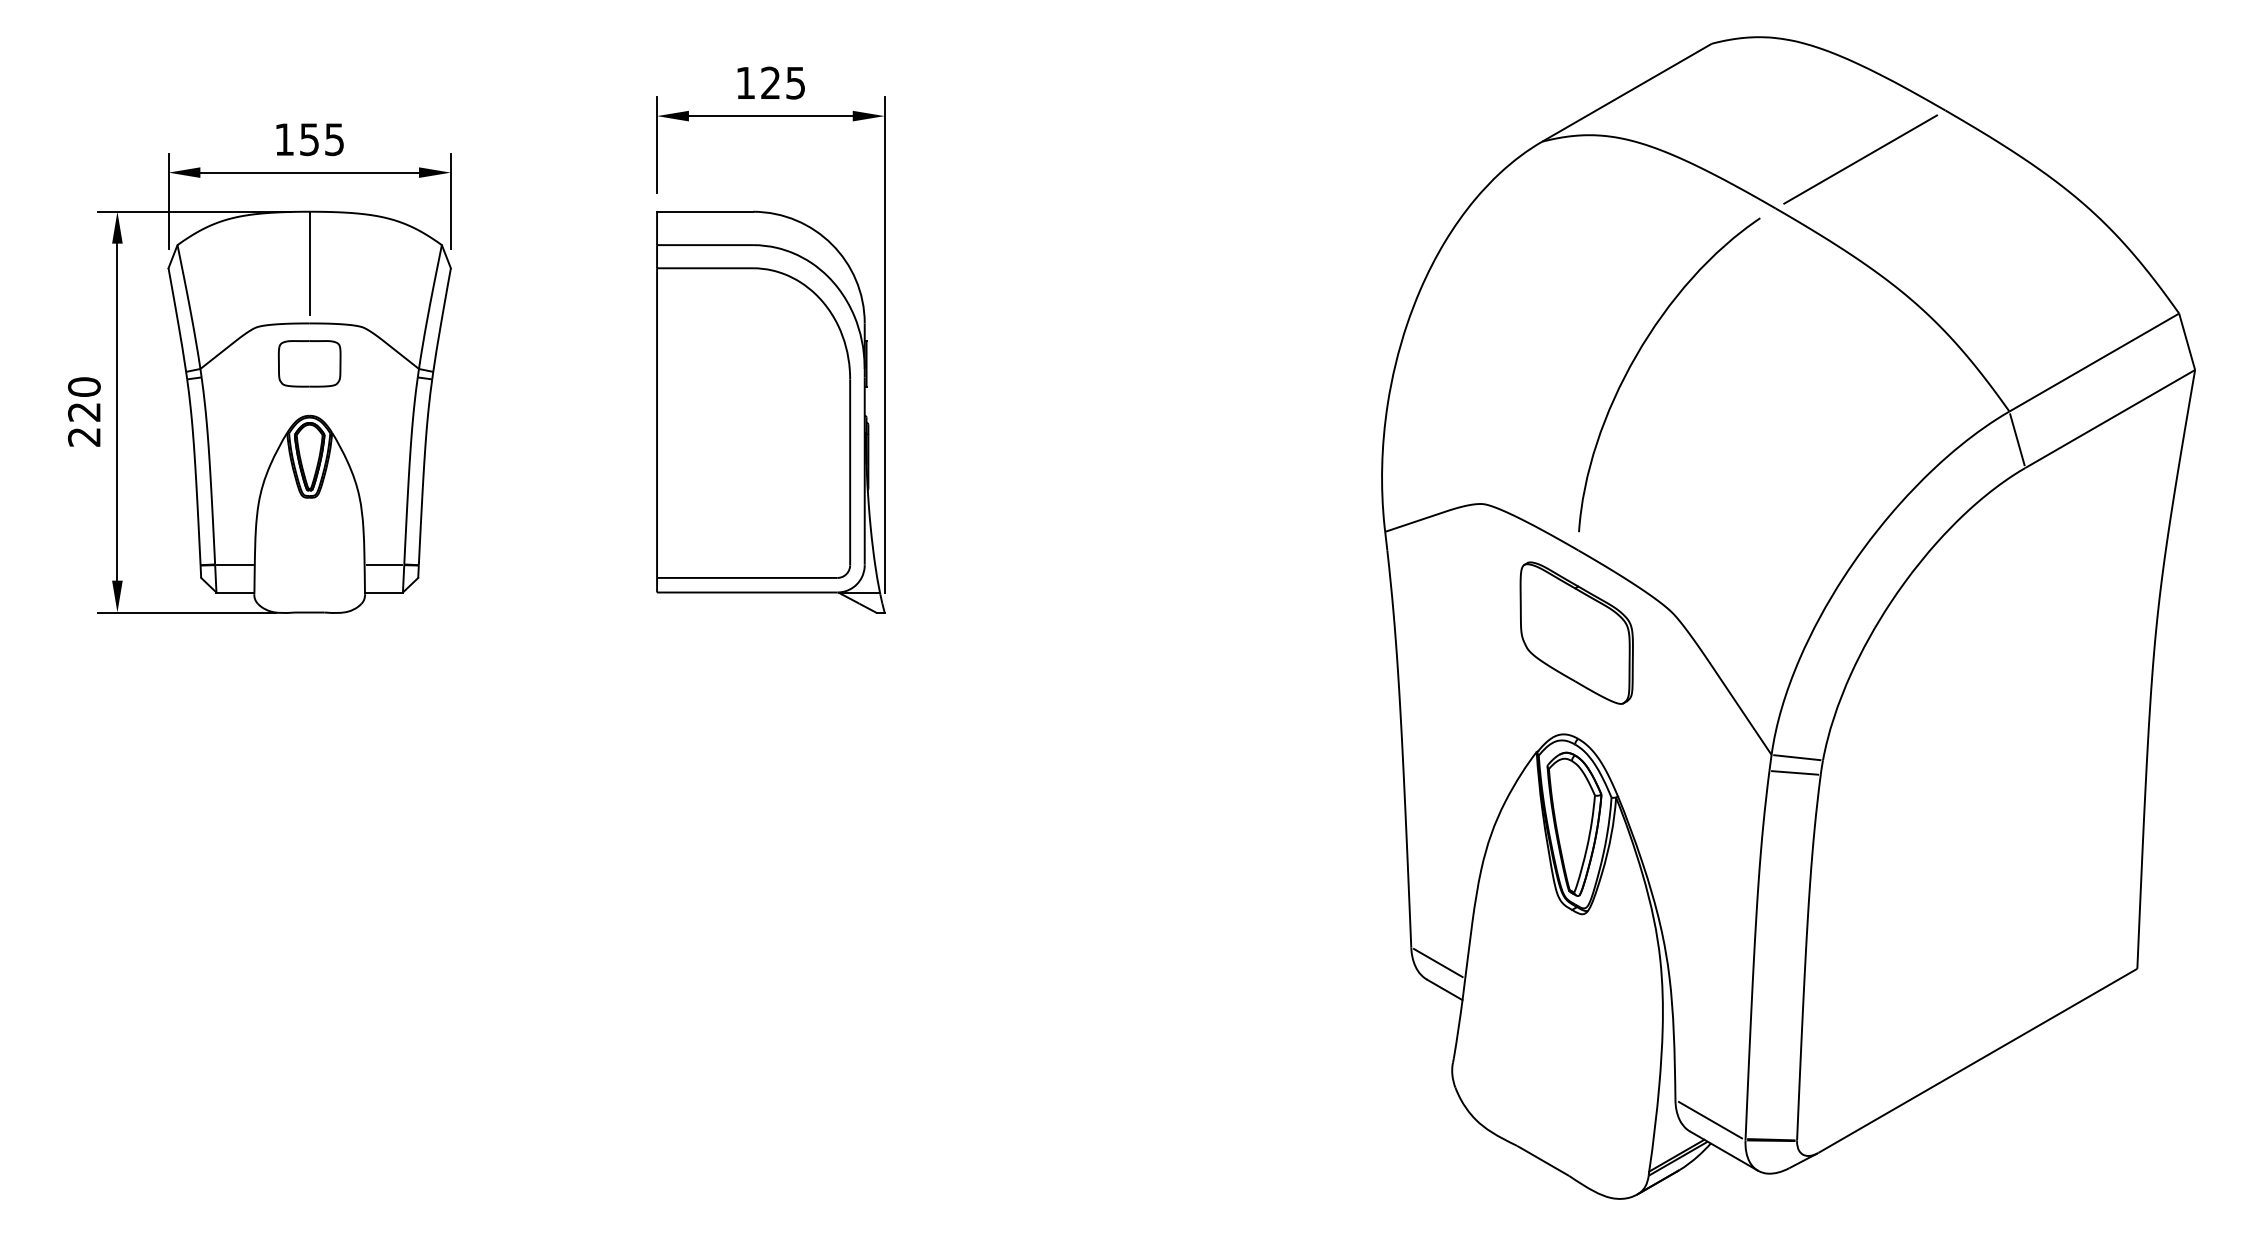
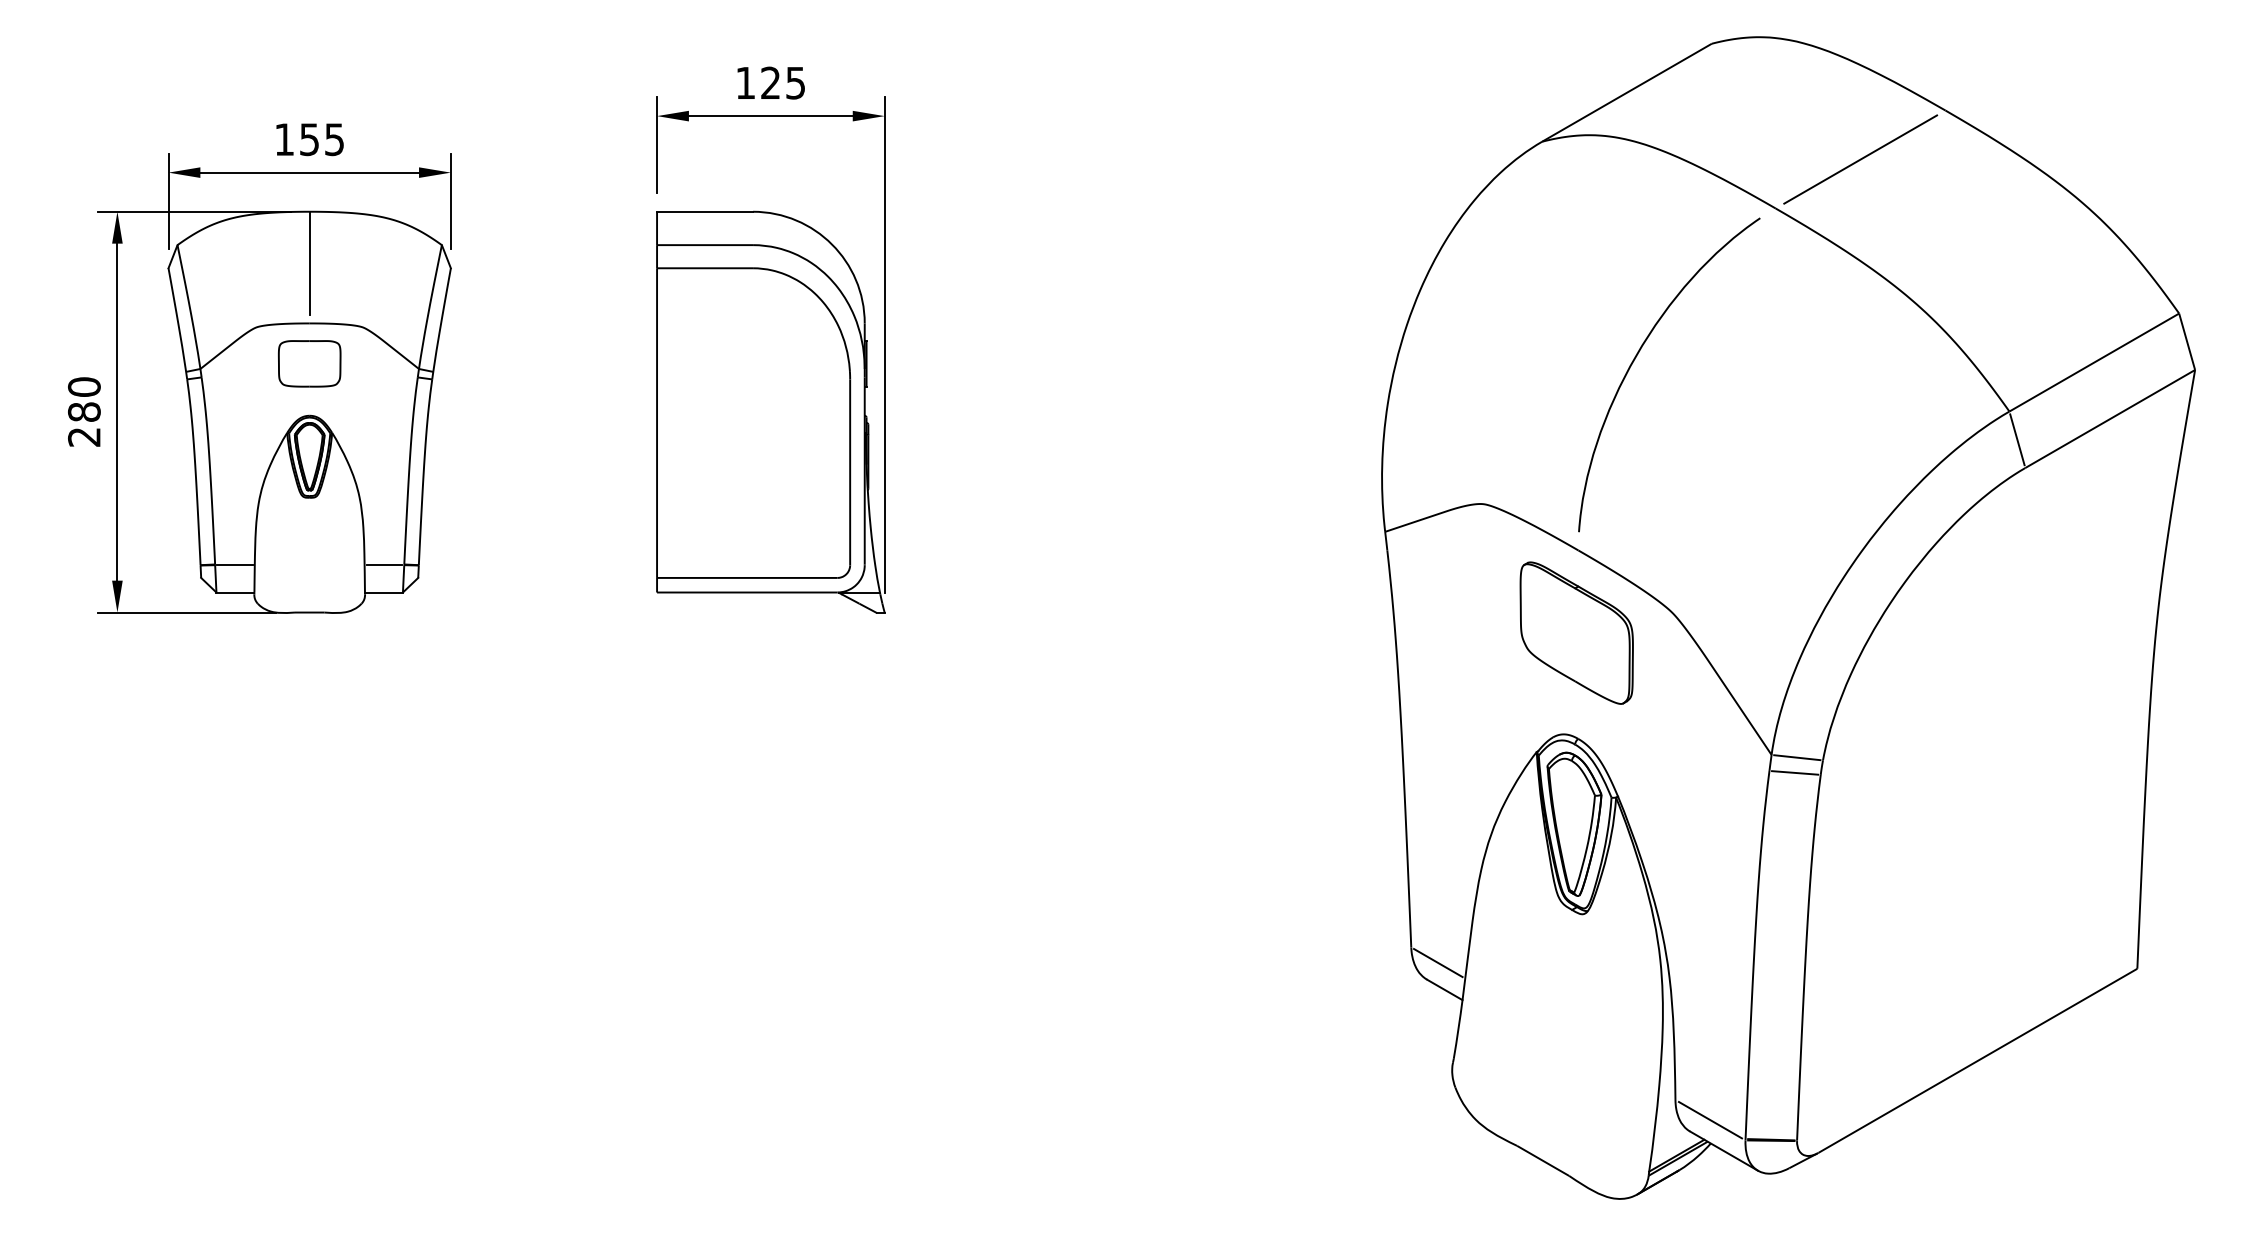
text at (84, 411): 220 -> 280
